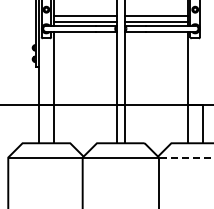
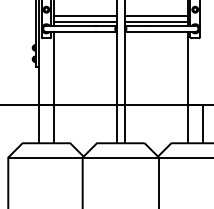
line at (185, 157): dashed -> solid
